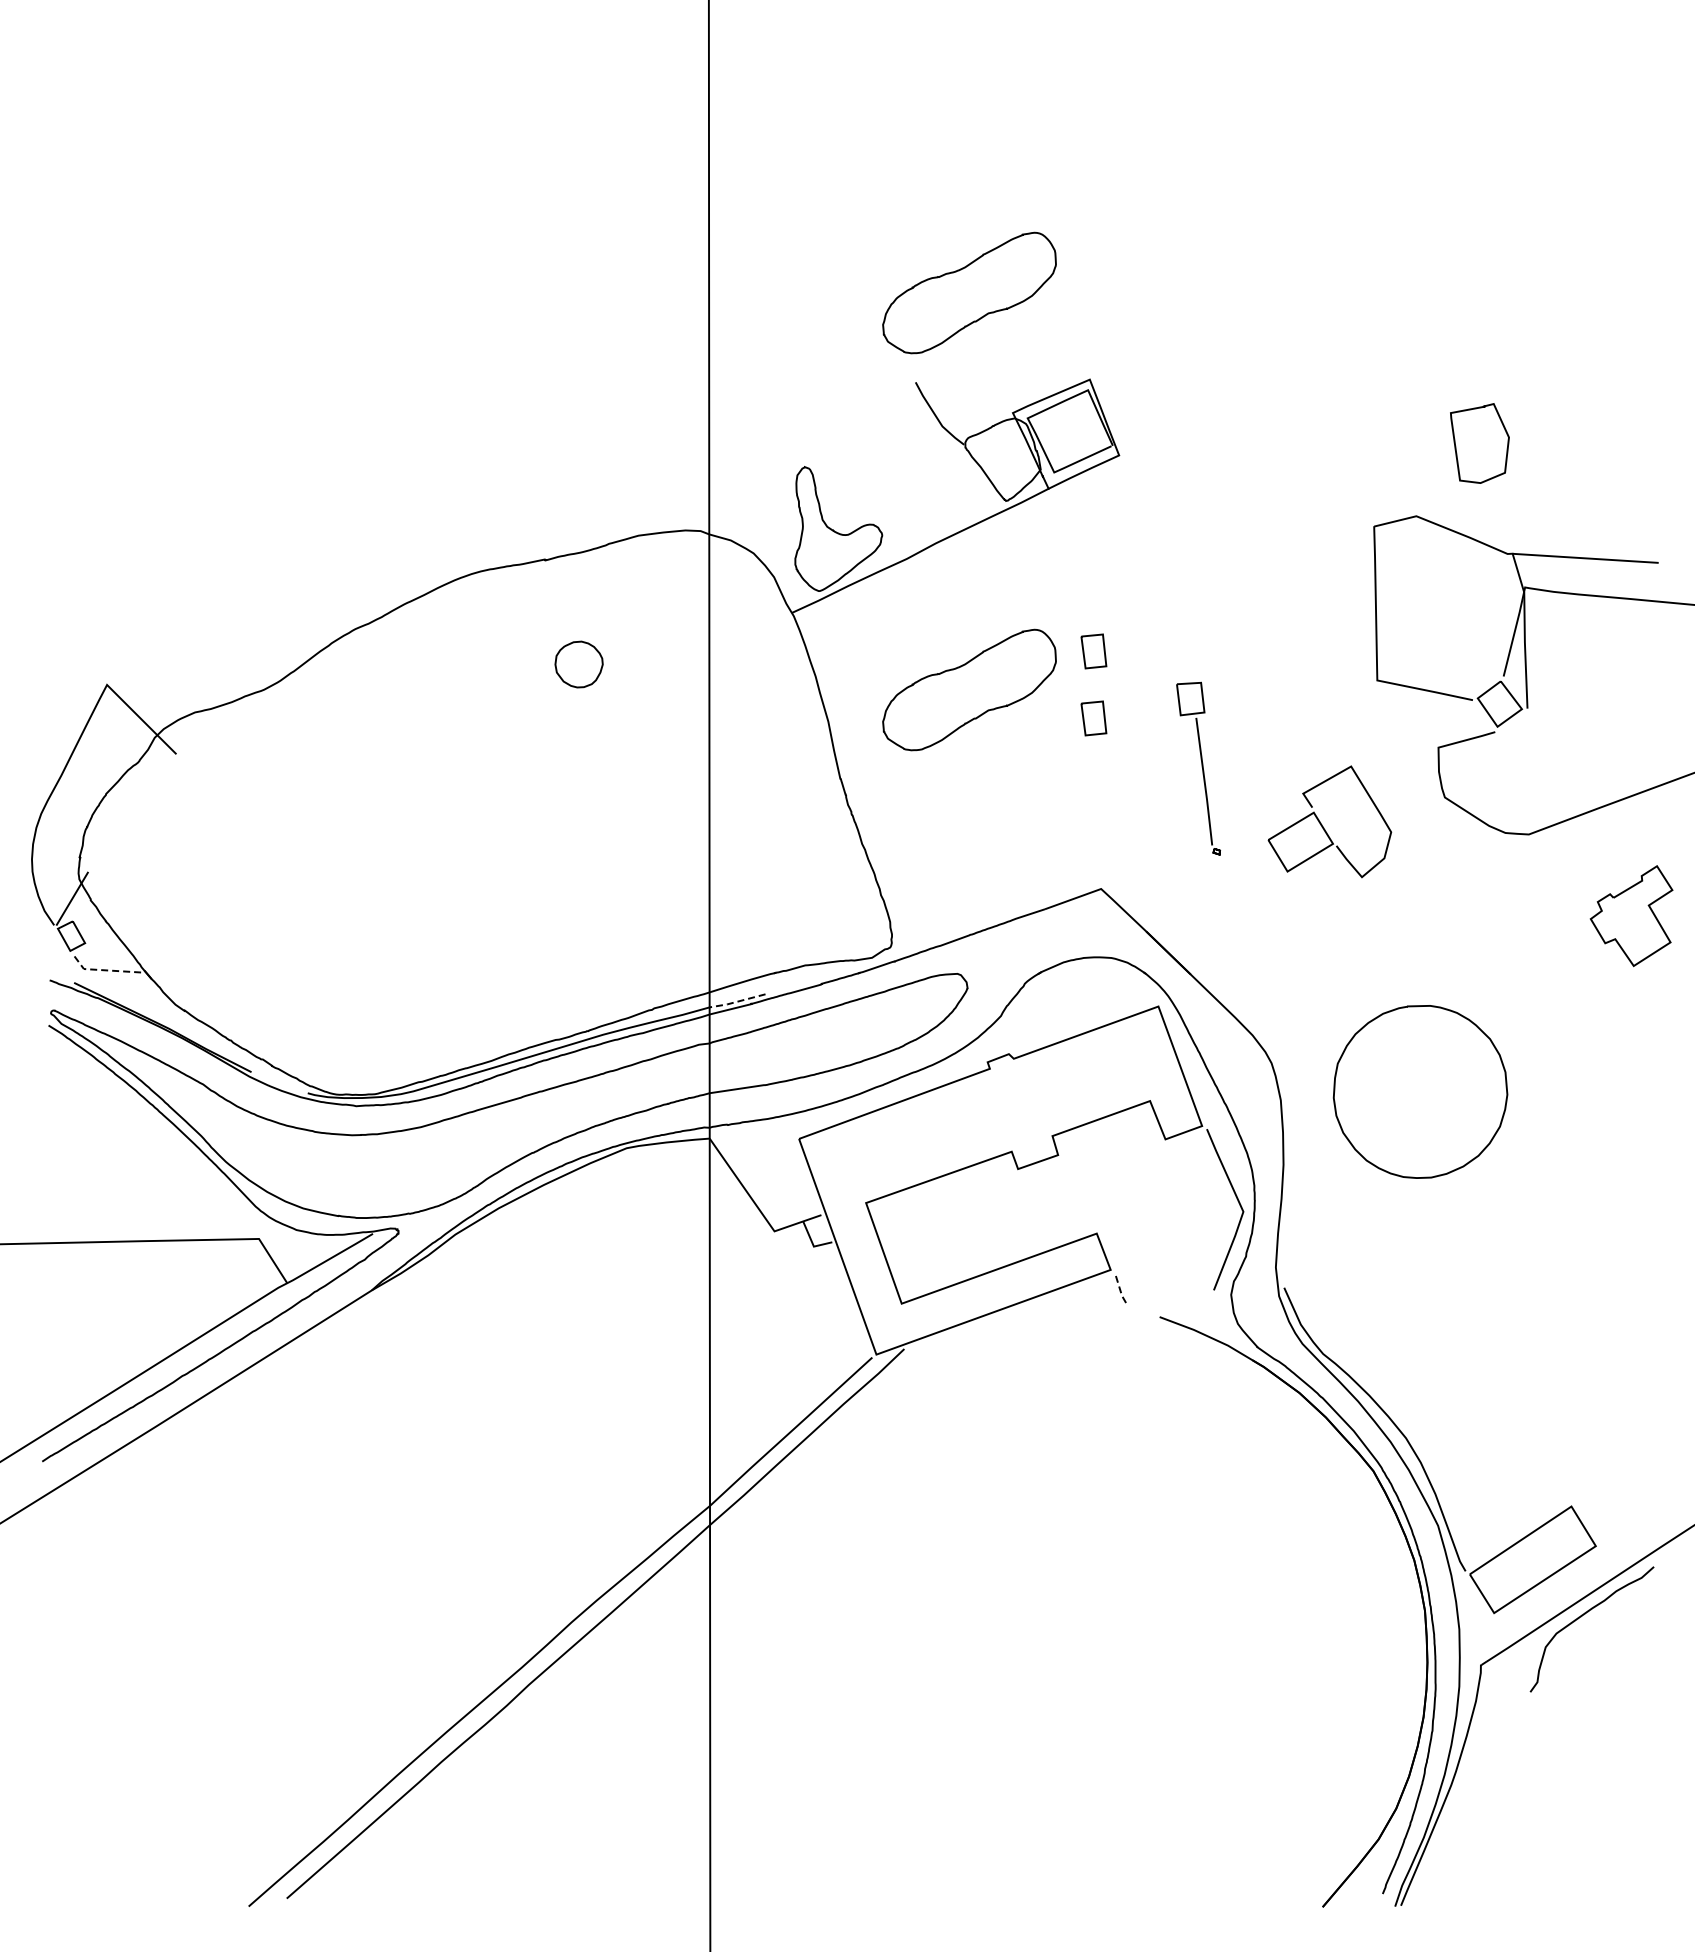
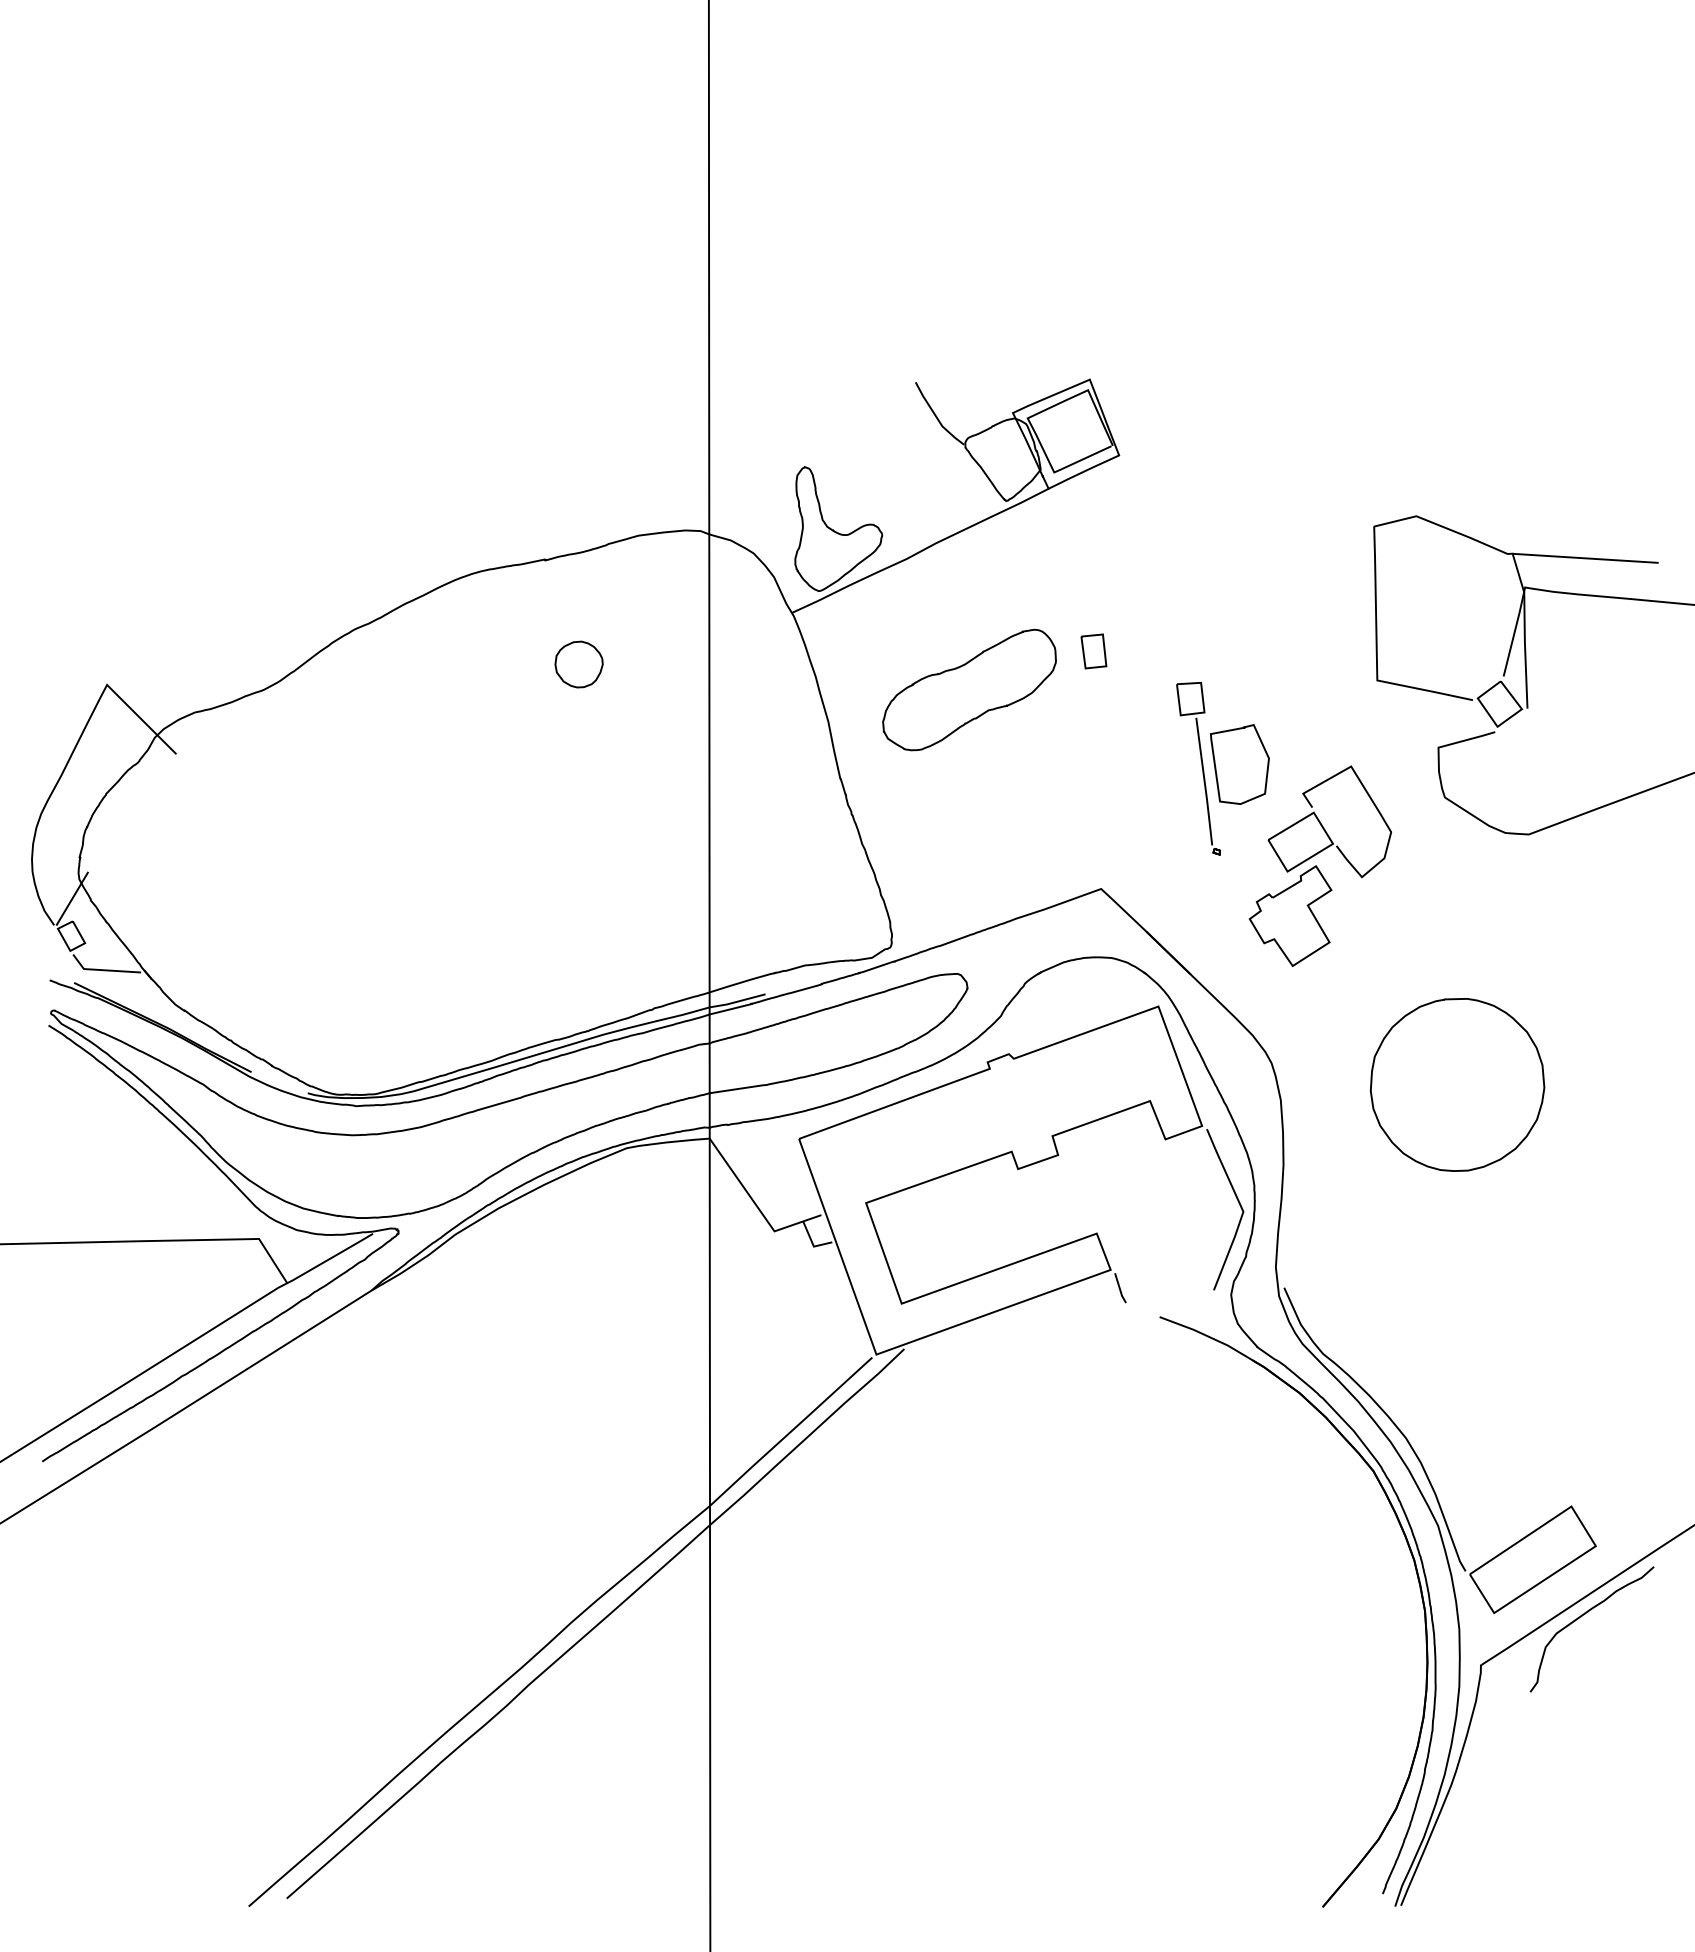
part at (969, 292): present -> none
curve at (1456, 446) position: (1456, 446) -> (1216, 767)
part at (1093, 718): present -> none
part at (1631, 916) position: (1631, 916) -> (1290, 916)
line at (102, 970): dashed -> solid
line at (736, 1001): dashed -> solid
curve at (1417, 1007) position: (1417, 1007) -> (1454, 1000)
line at (1120, 1289): dashed -> solid
